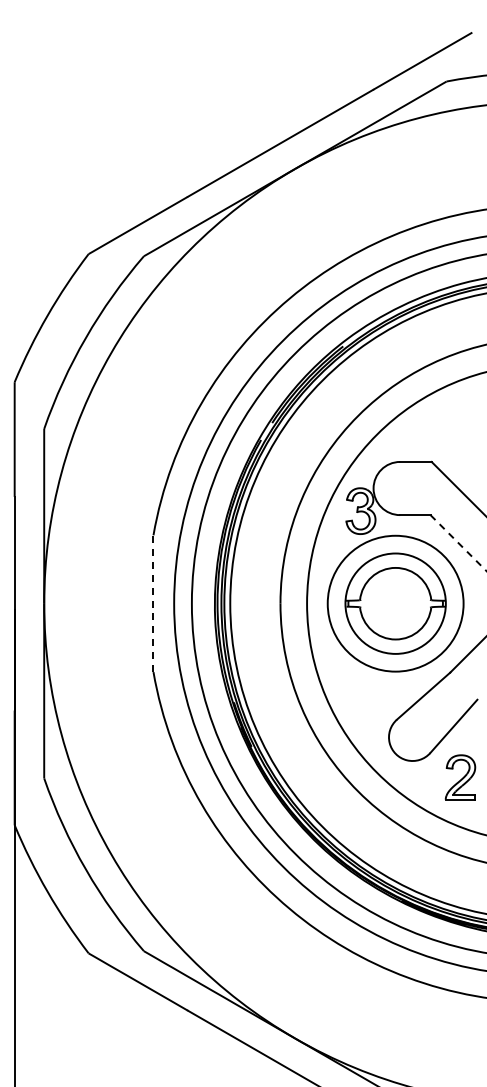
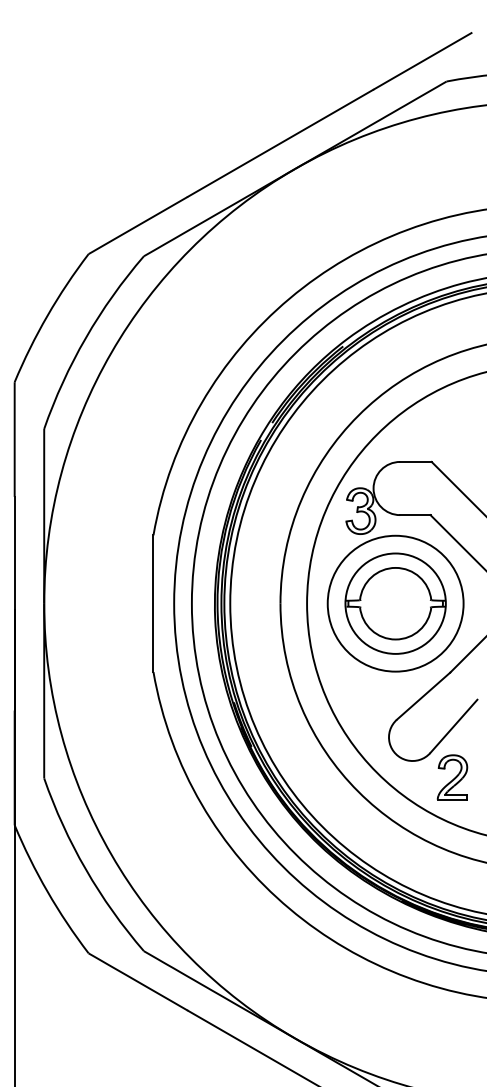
line at (458, 543): dashed -> solid
line at (153, 603): dashed -> solid
part at (460, 777) position: (460, 777) -> (452, 777)
